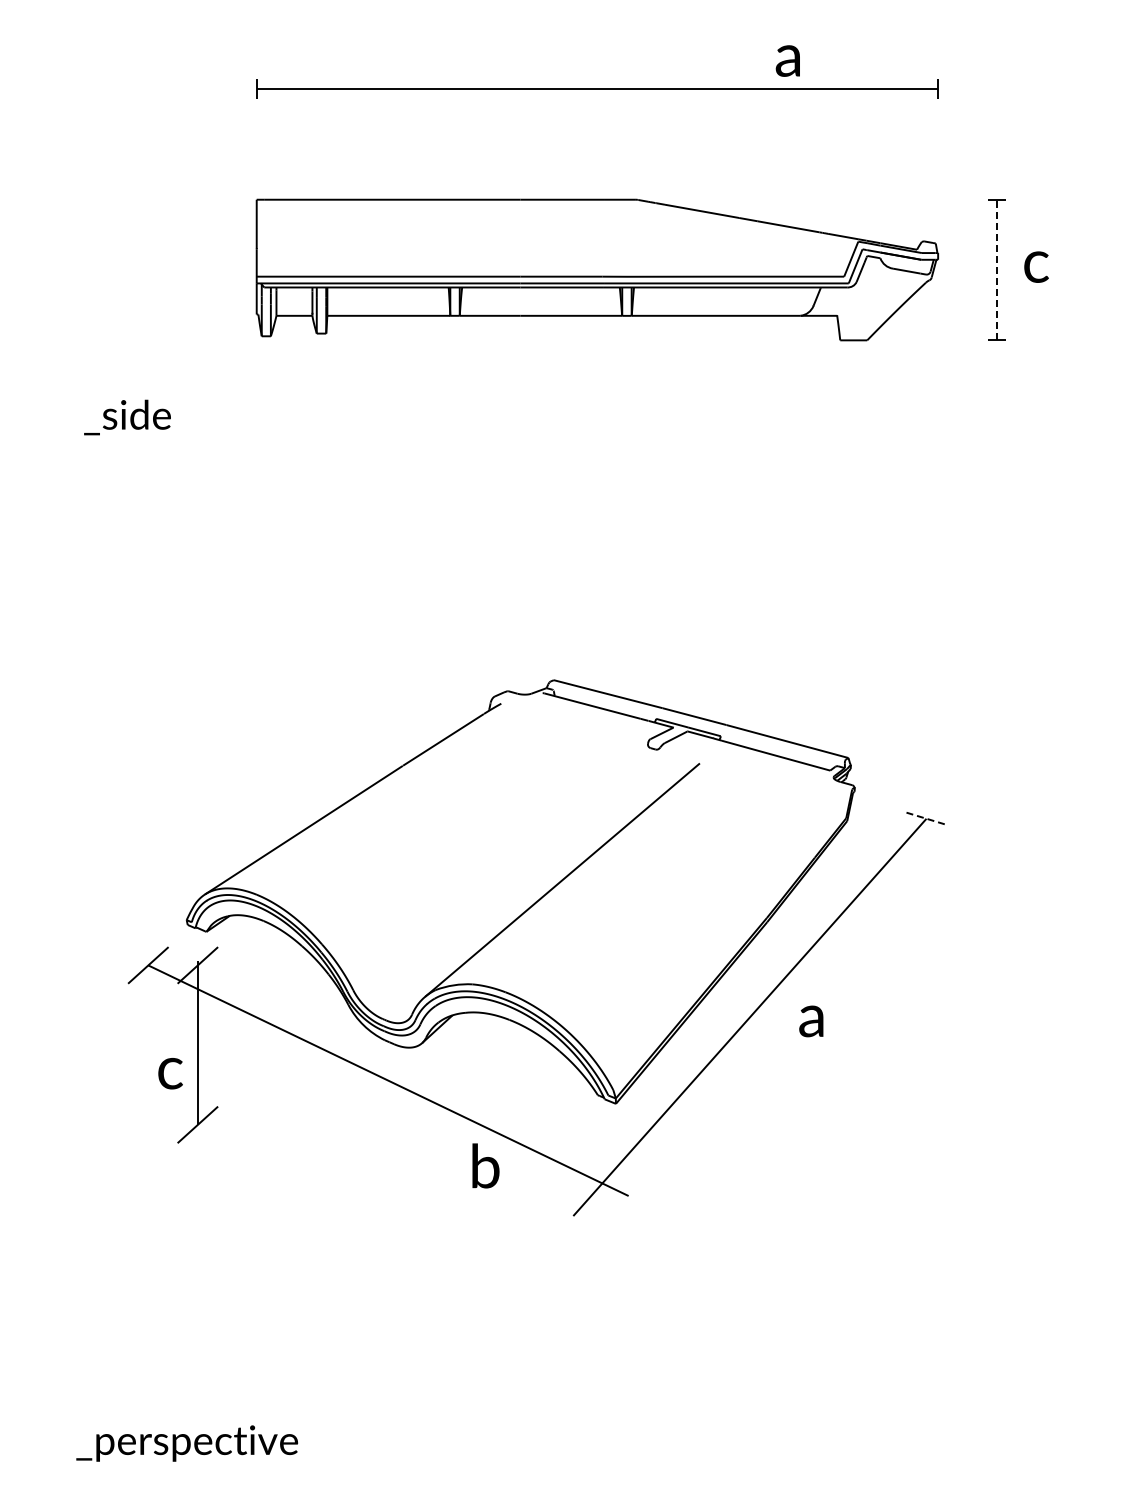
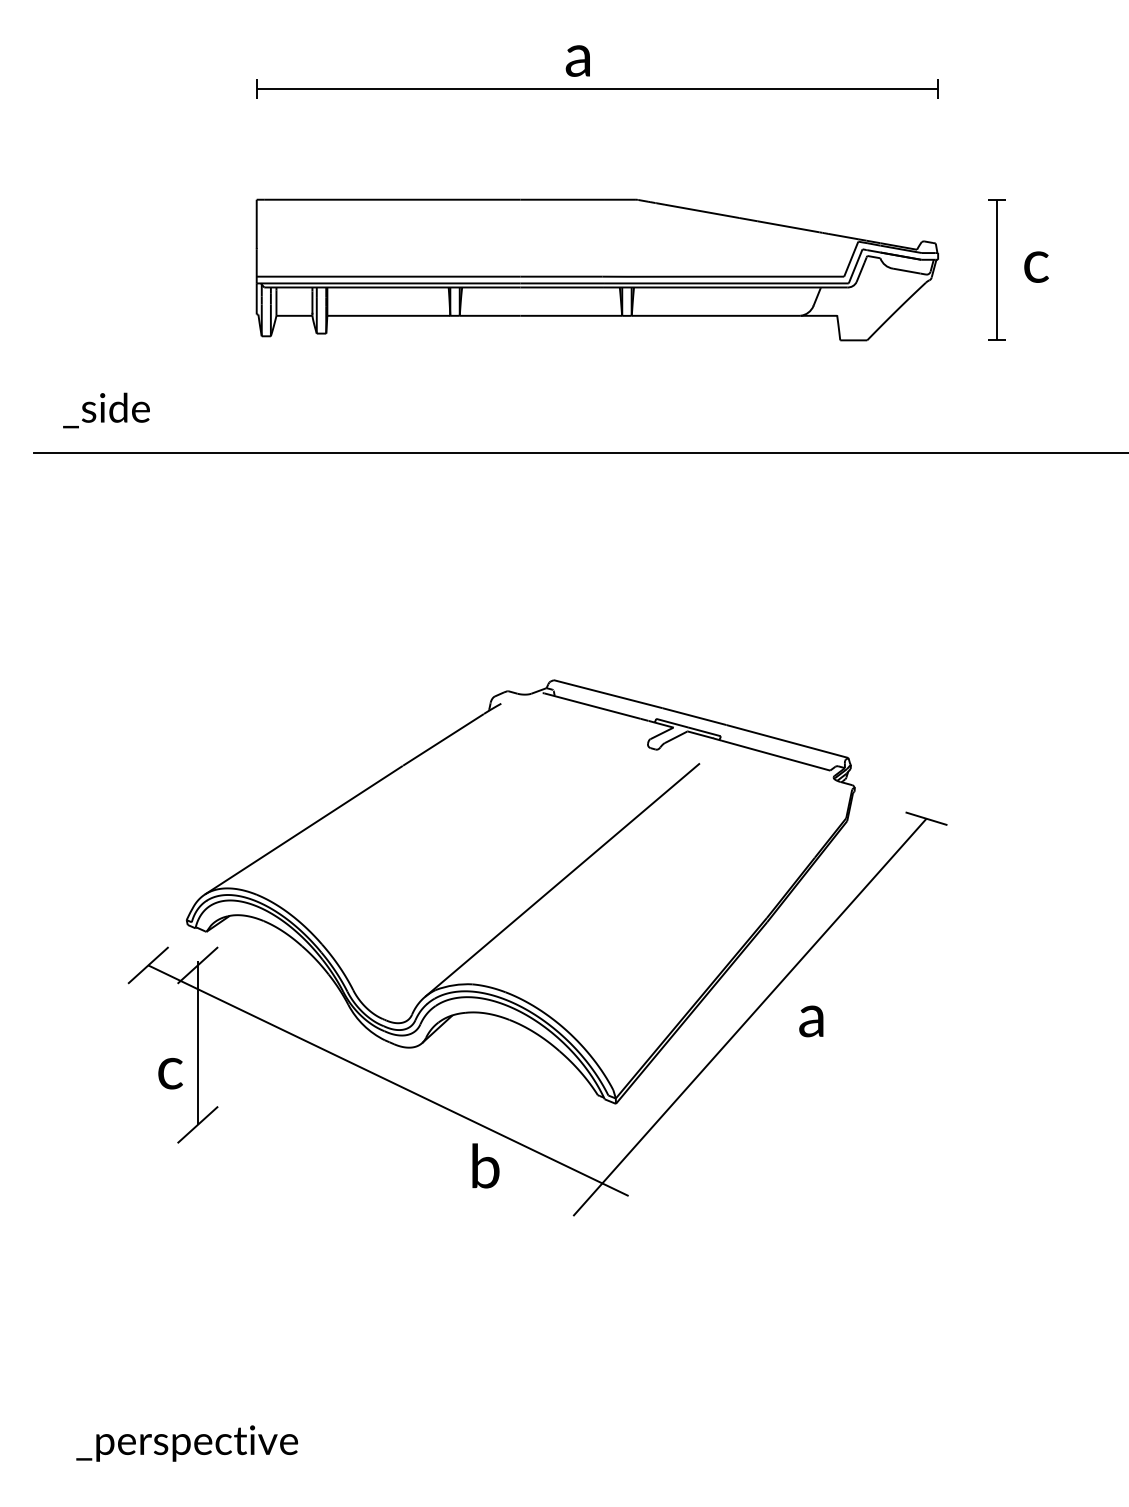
text at (787, 60) position: (787, 60) -> (577, 60)
line at (996, 269): dashed -> solid
text at (127, 417) position: (127, 417) -> (106, 410)
line at (579, 453): none -> present
line at (926, 818): dashed -> solid
